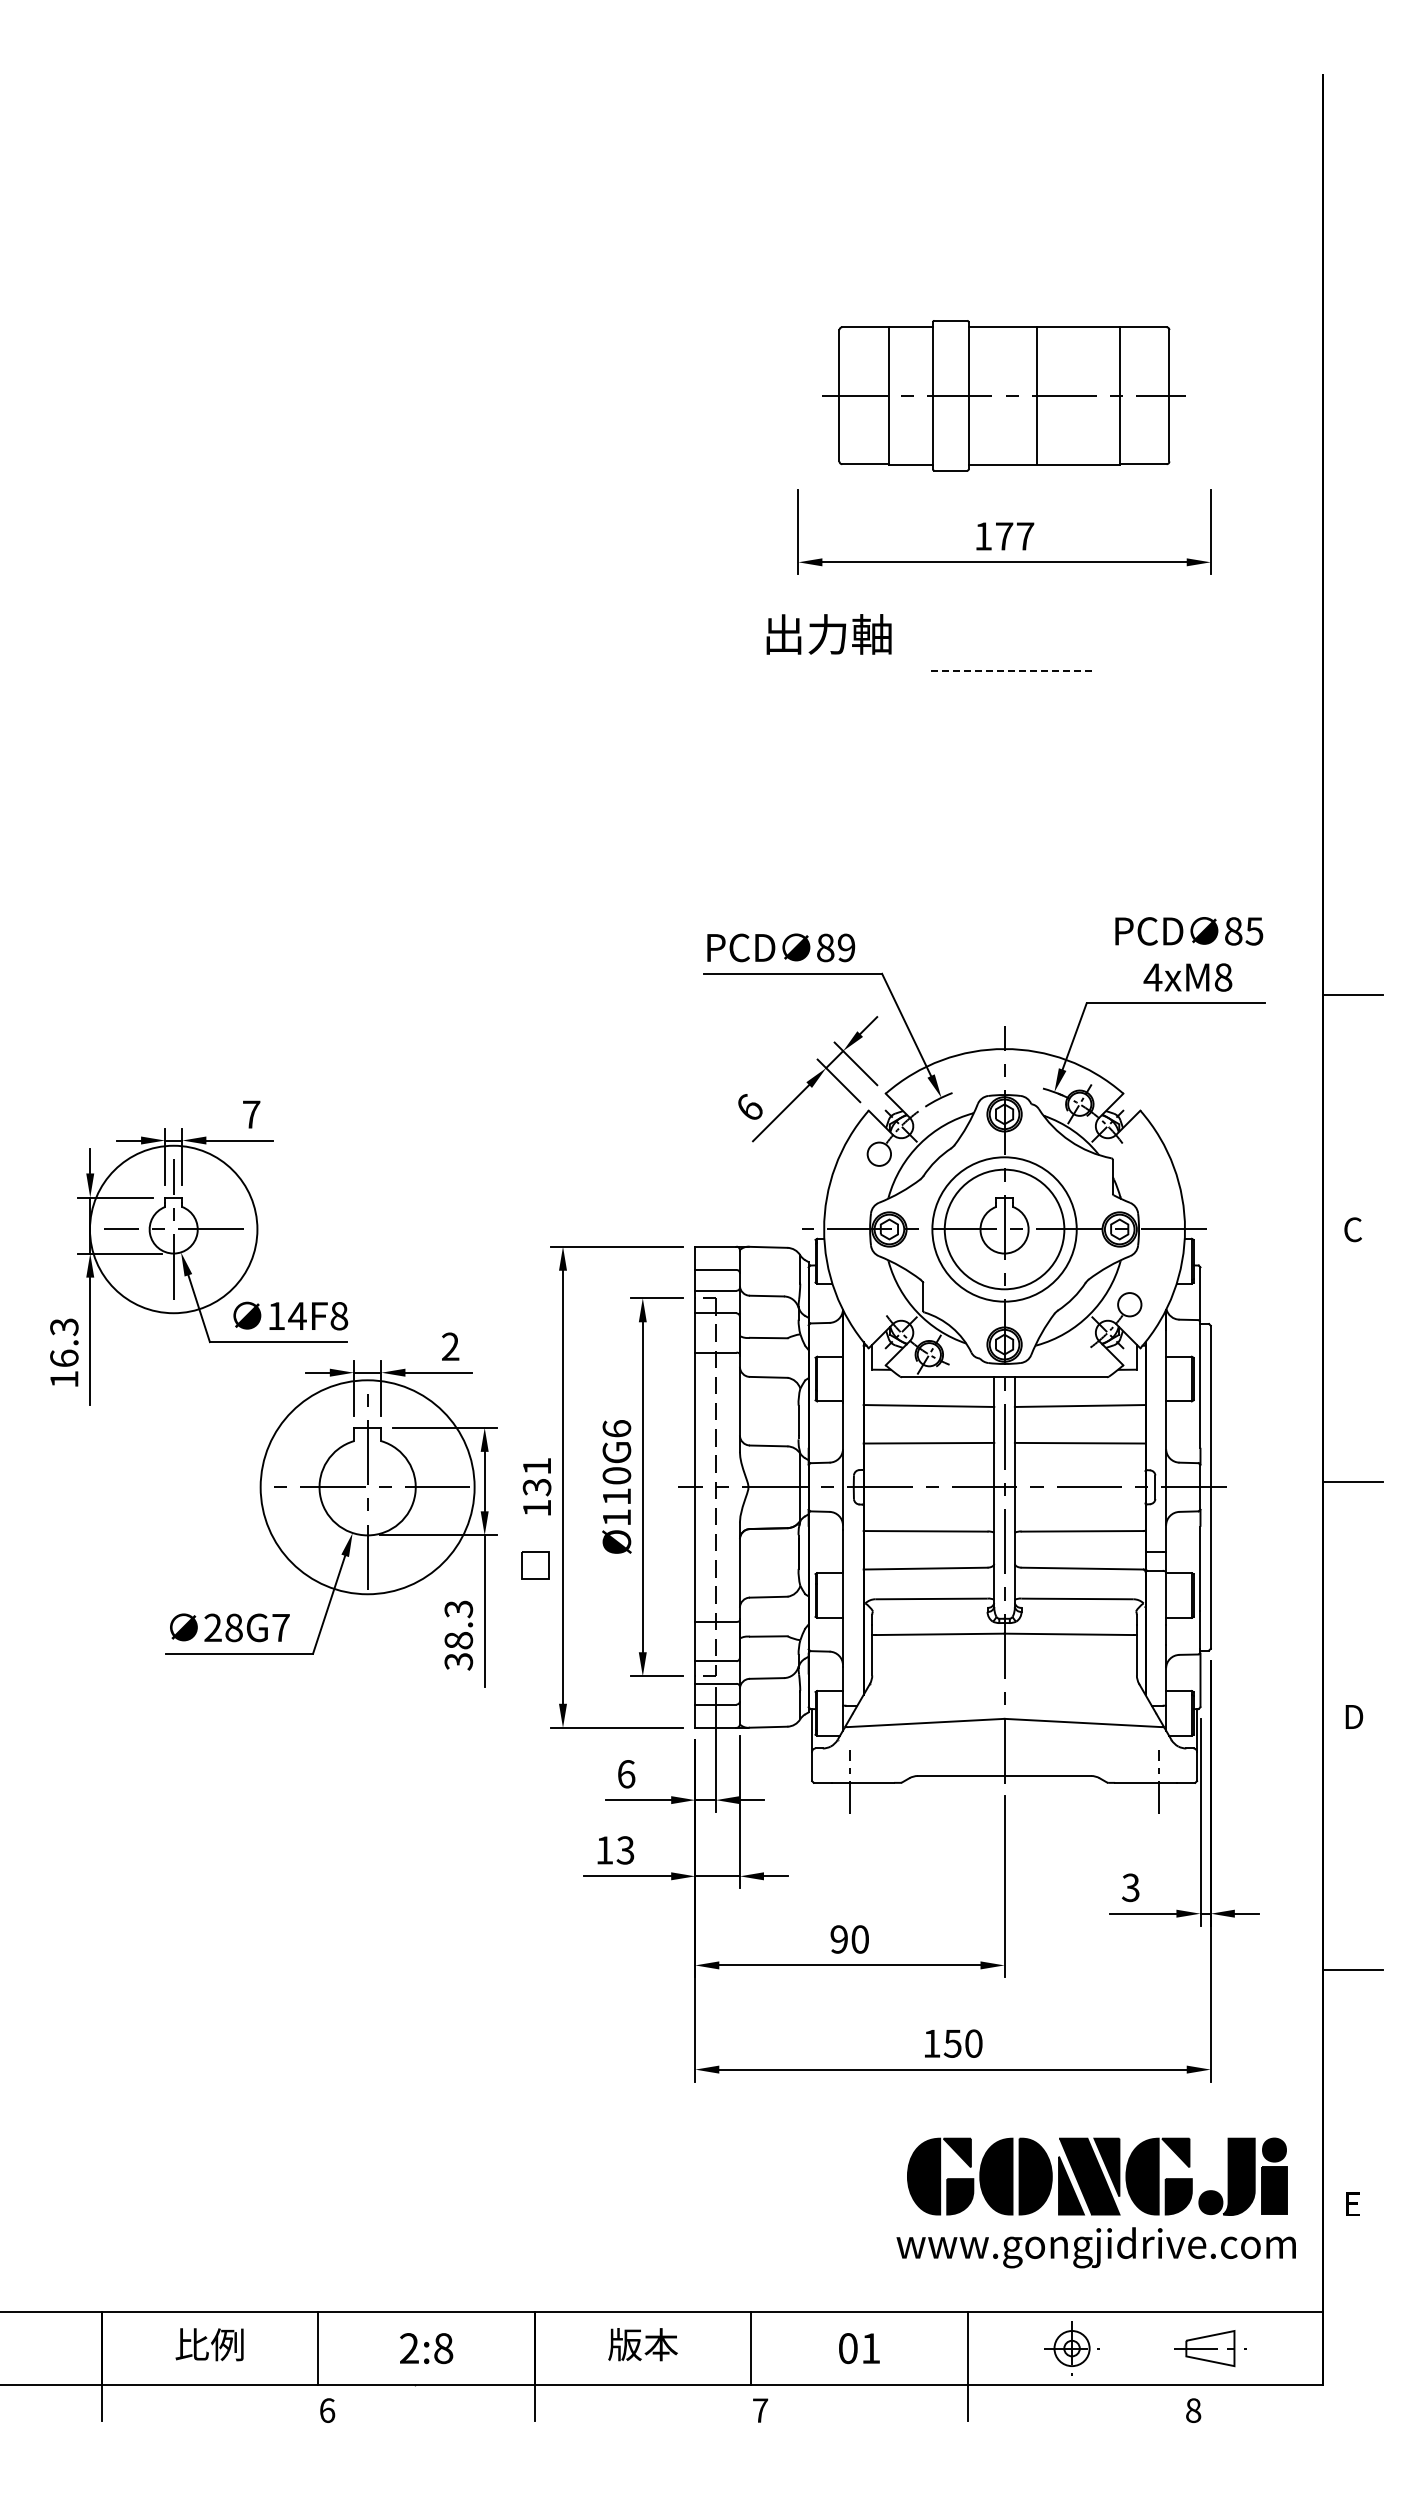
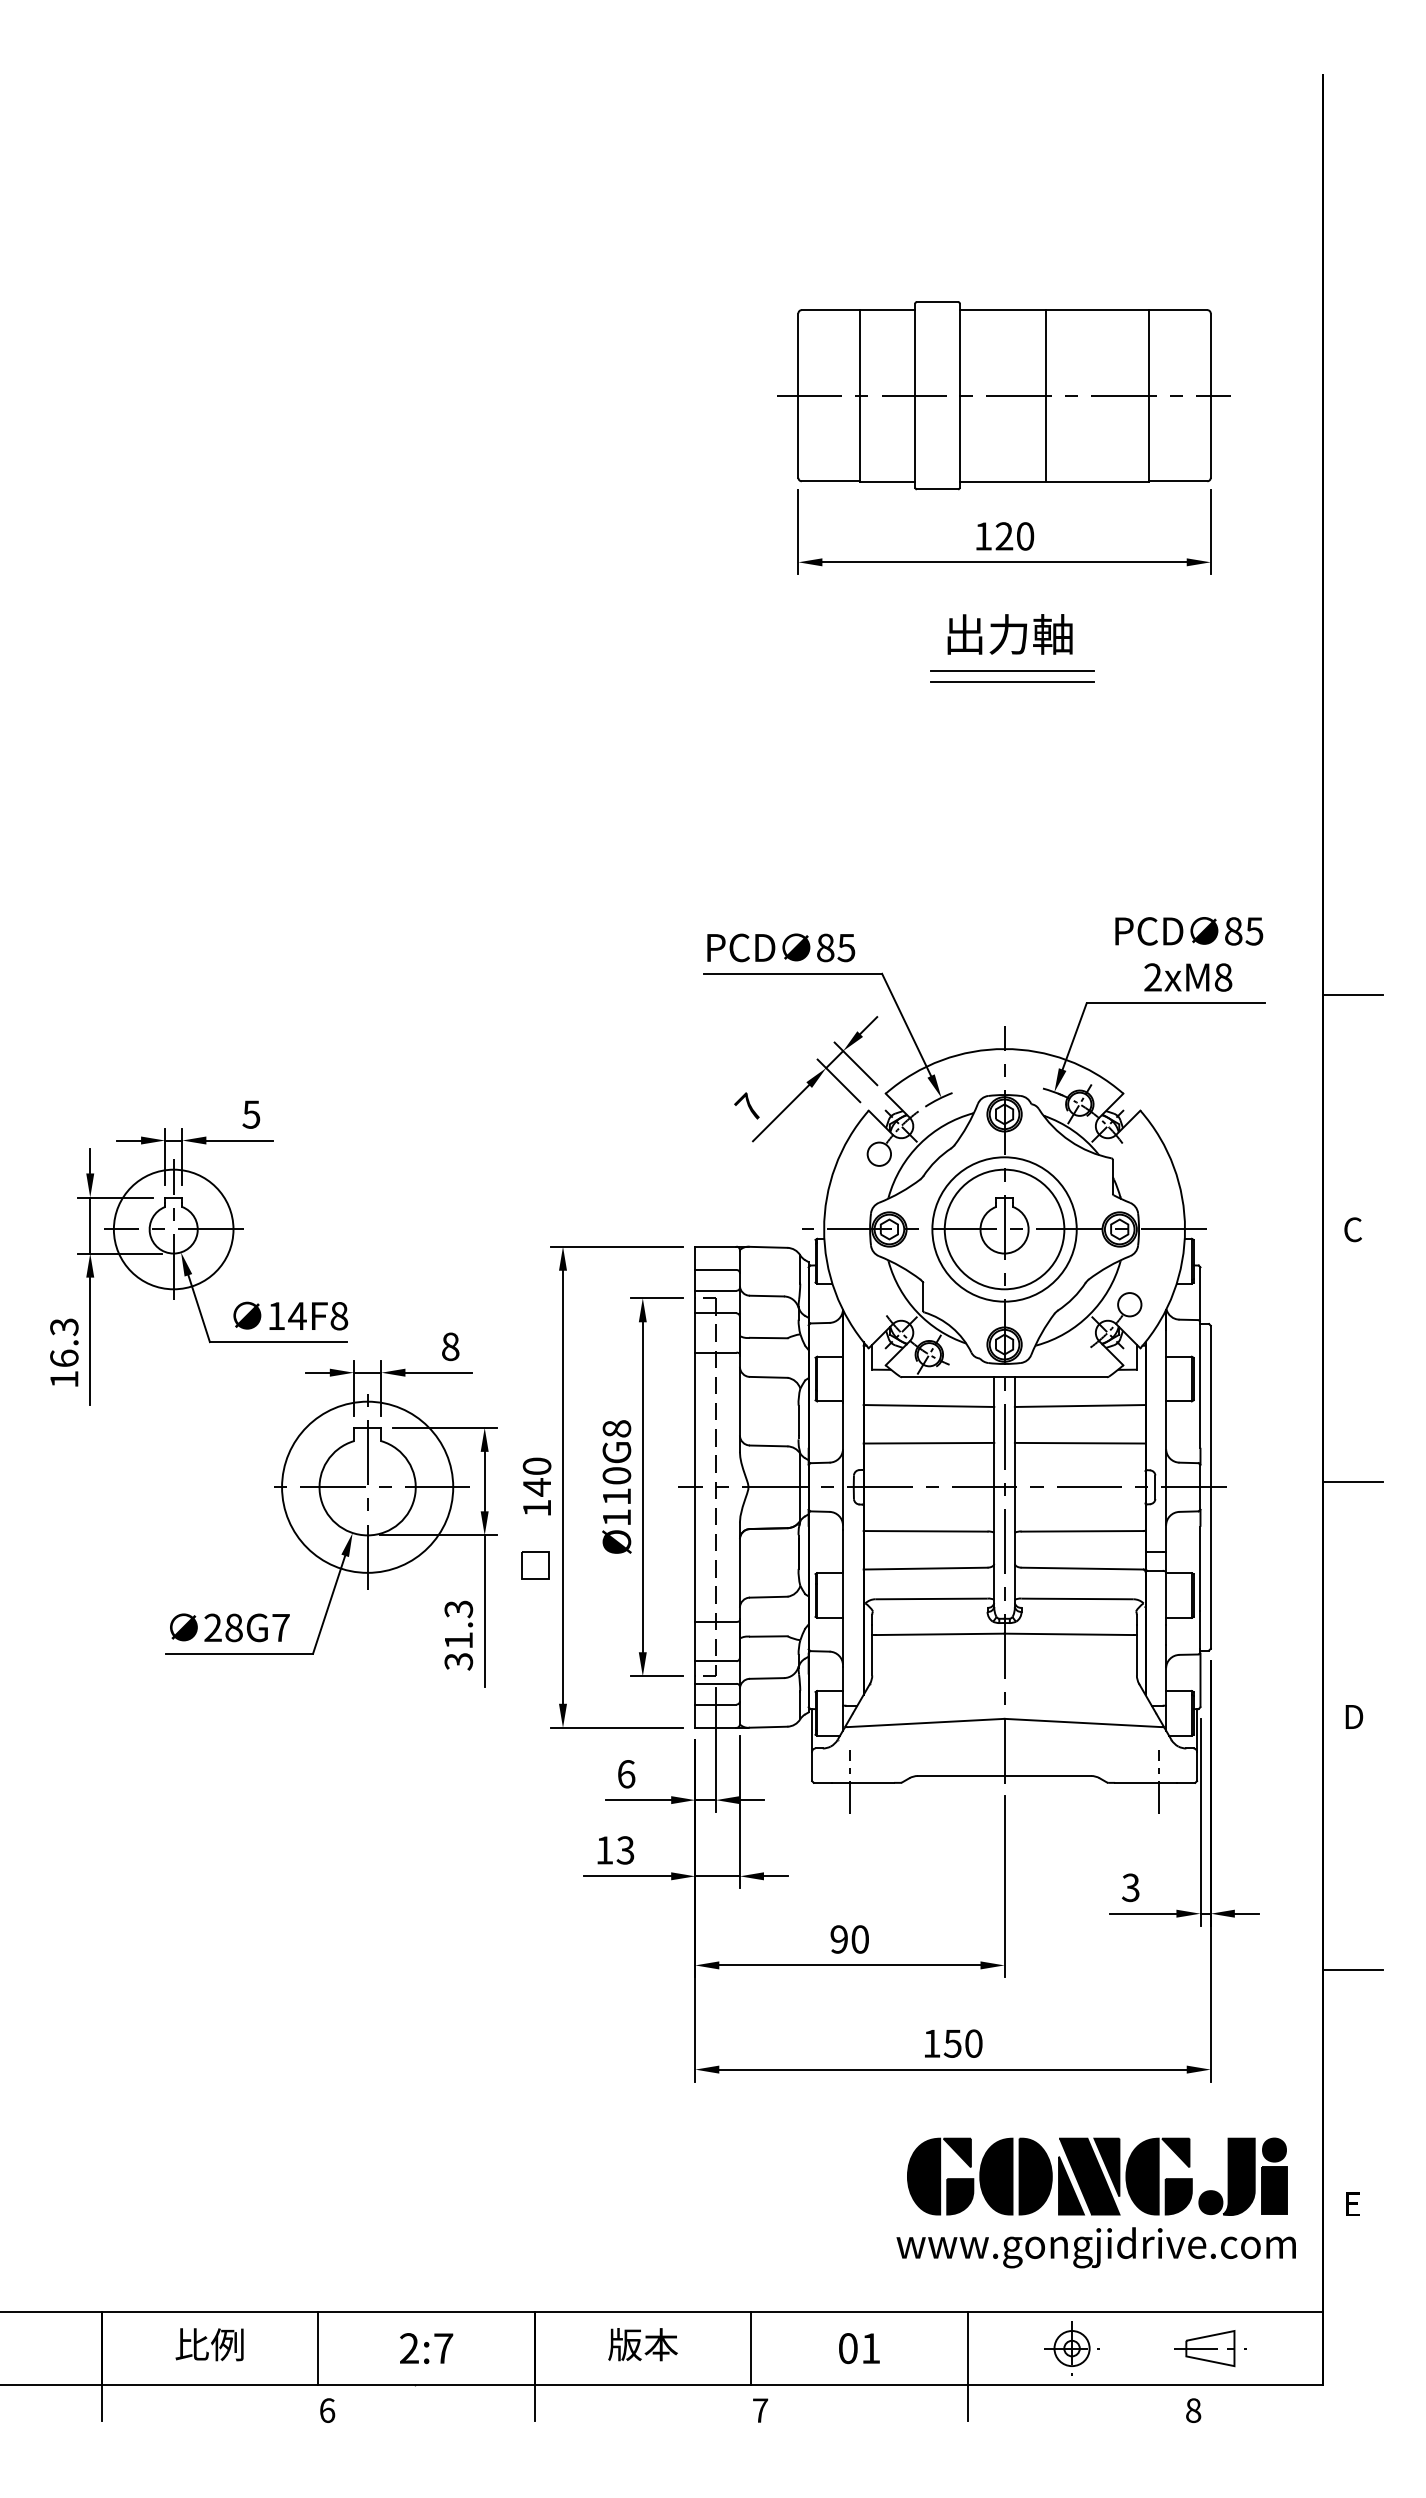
part at (1003, 395) size: 364x152 px -> 454x190 px
text at (1014, 536): 177 -> 120
text at (828, 634) position: (828, 634) -> (1009, 634)
line at (1012, 671): dashed -> solid
line at (1012, 681): none -> present
text at (846, 947): 89 -> 85
text at (1152, 977): 4xM8 -> 2xM8
text at (748, 1105): 6 -> 7
text at (251, 1114): 7 -> 5
circle at (173, 1229) diameter: 167 px -> 120 px
text at (450, 1346): 2 -> 8
text at (616, 1428): Ø110G6 -> Ø110G8
text at (536, 1476): 131 -> 140
circle at (367, 1487) diameter: 214 px -> 171 px
text at (458, 1640): 38.3 -> 31.3
text at (443, 2348): 2:8 -> 2:7
